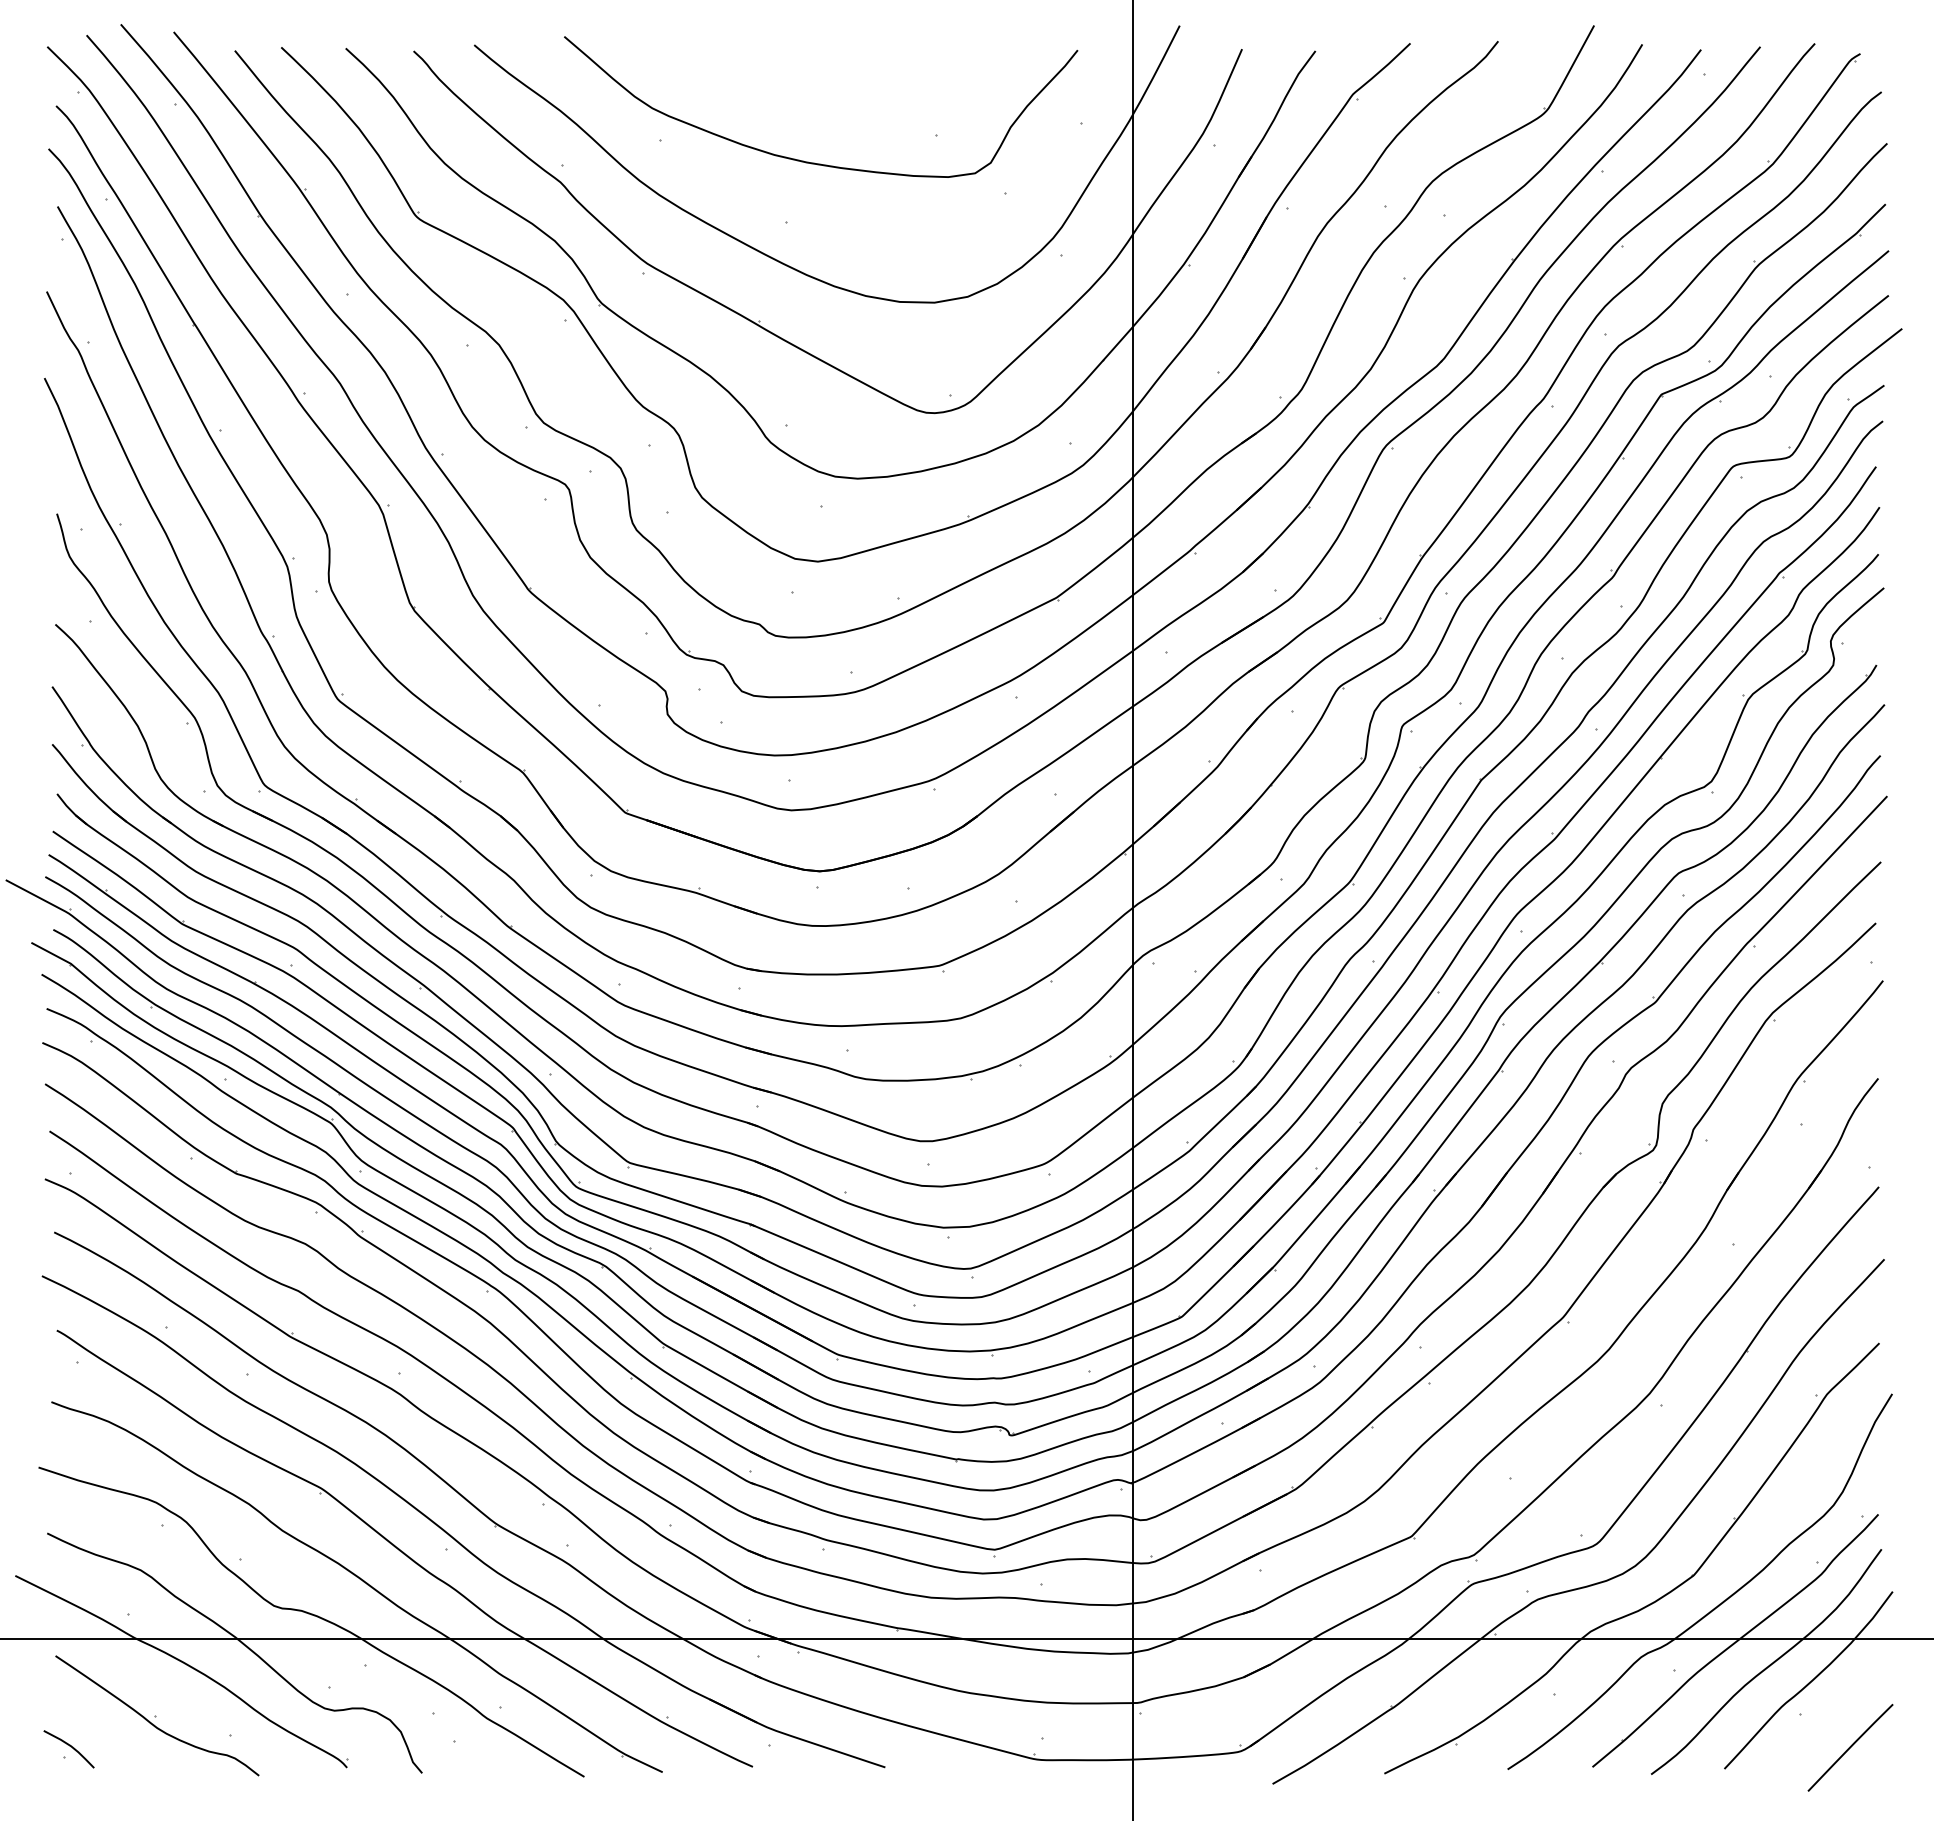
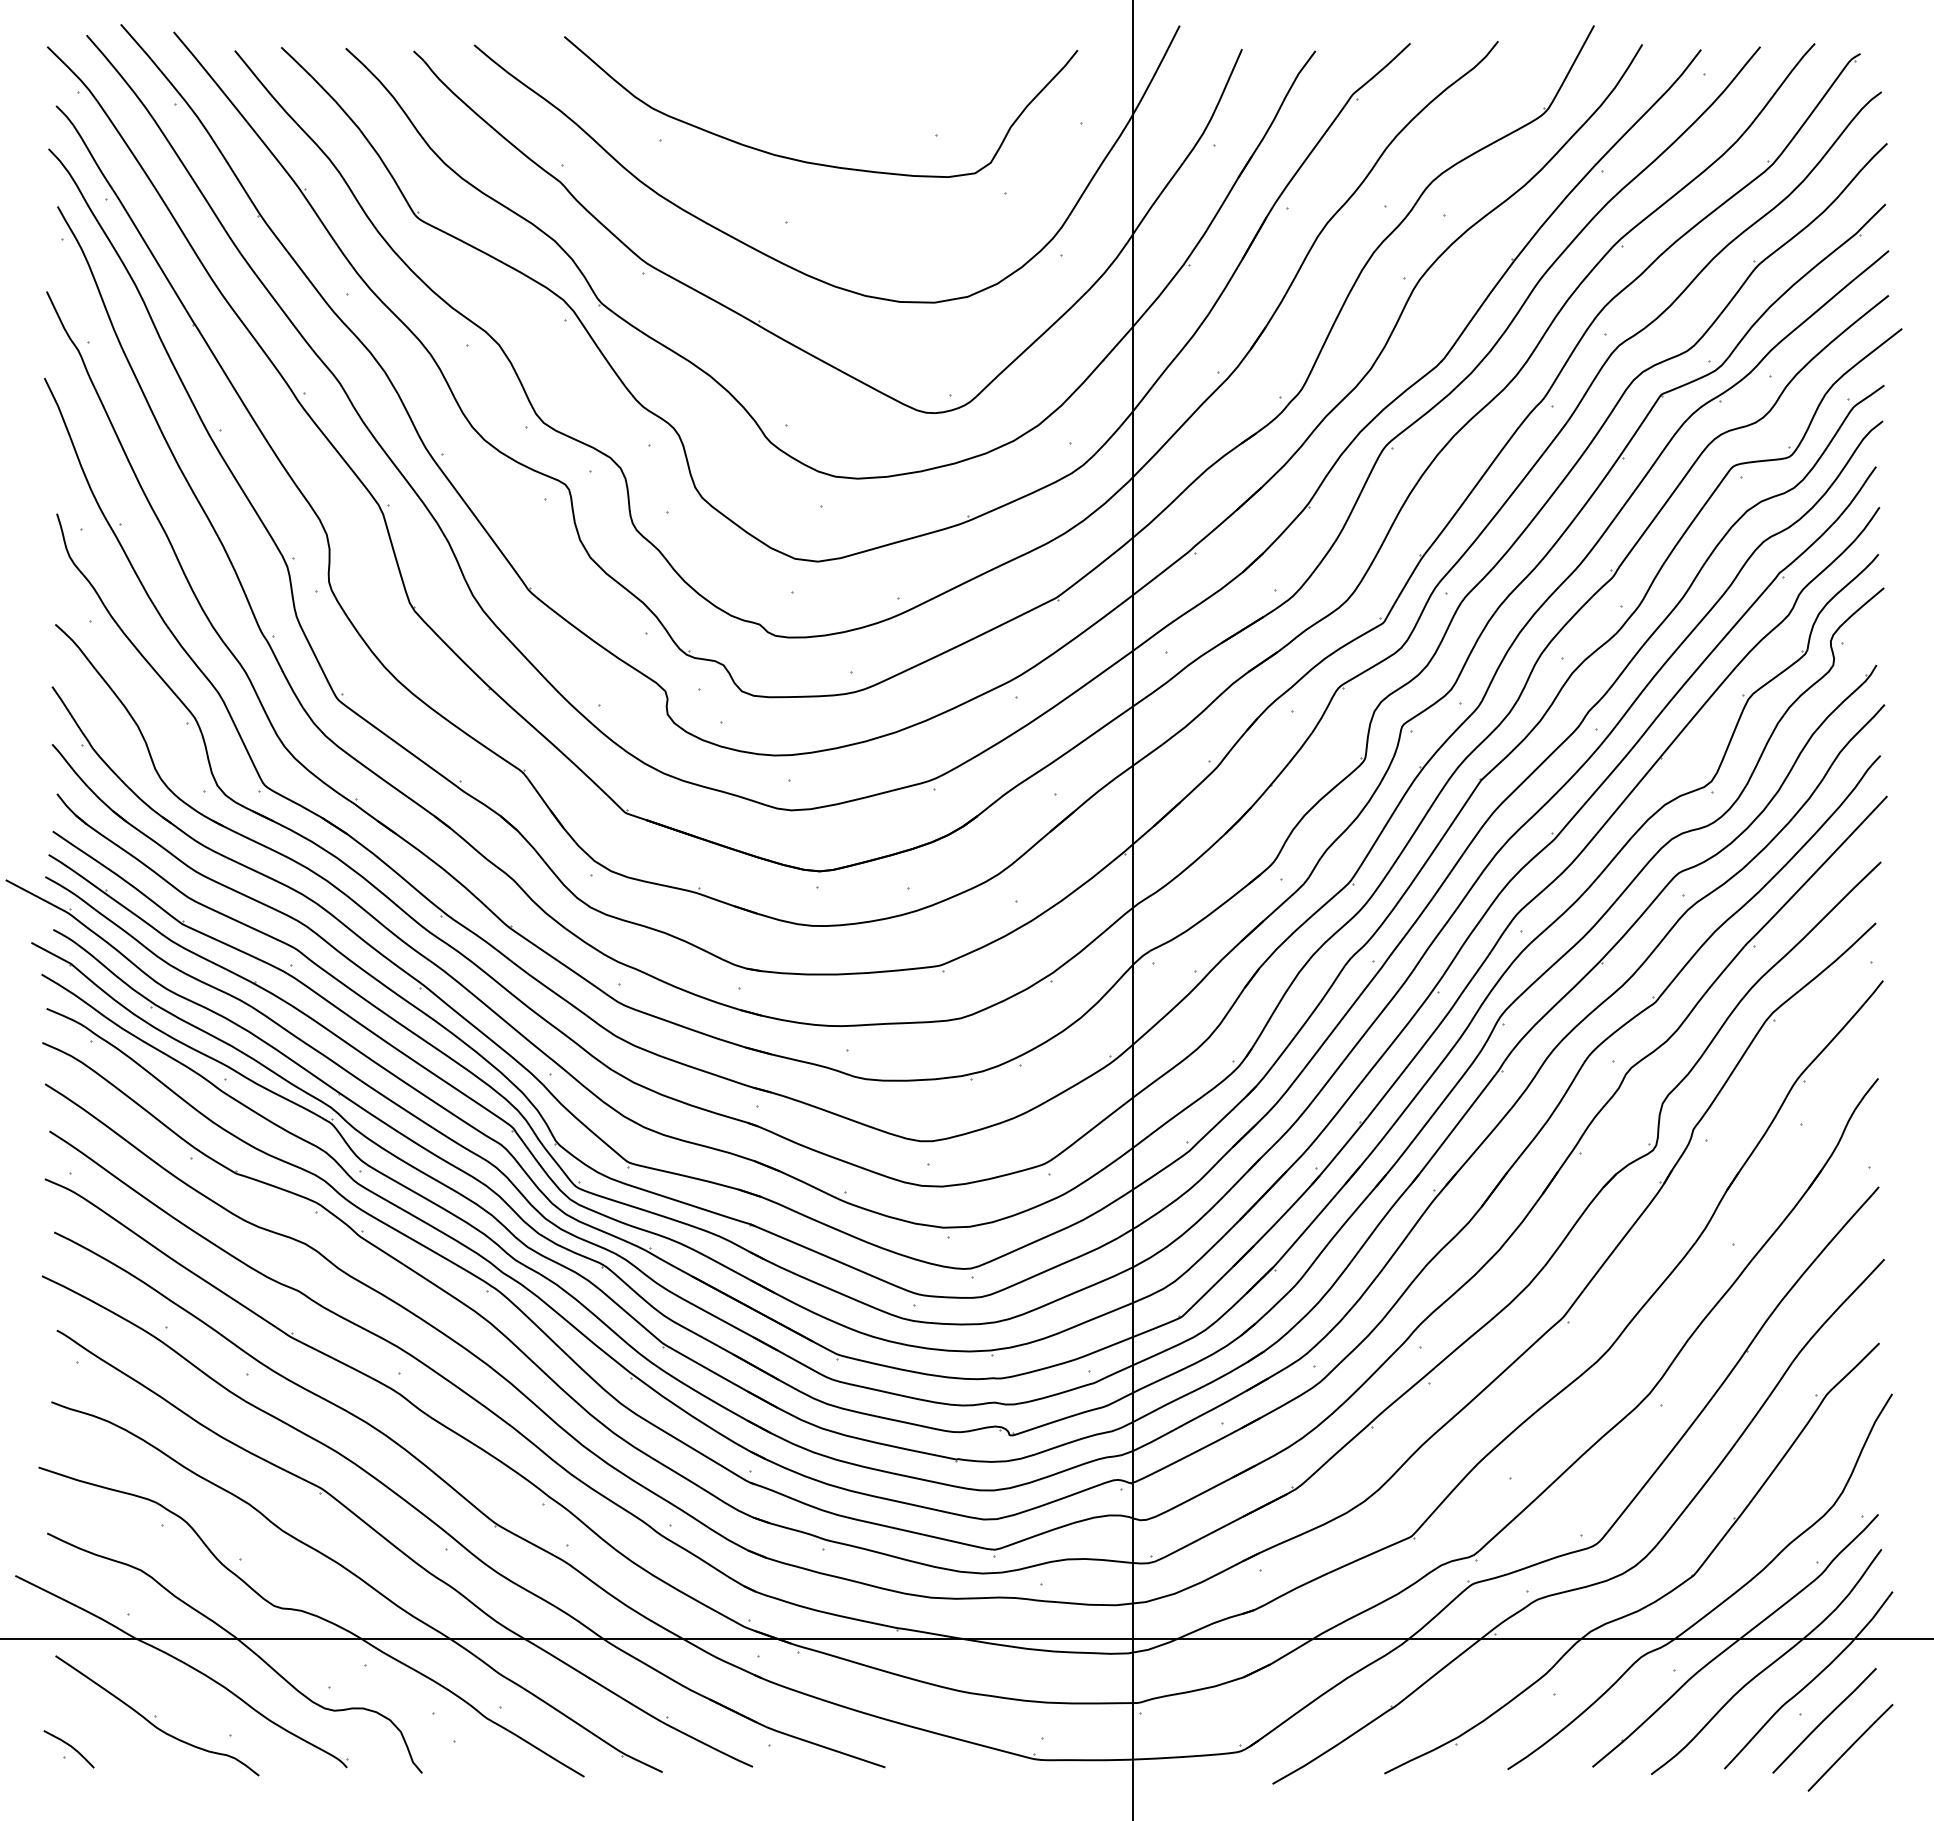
line at (1824, 1720): none -> present
